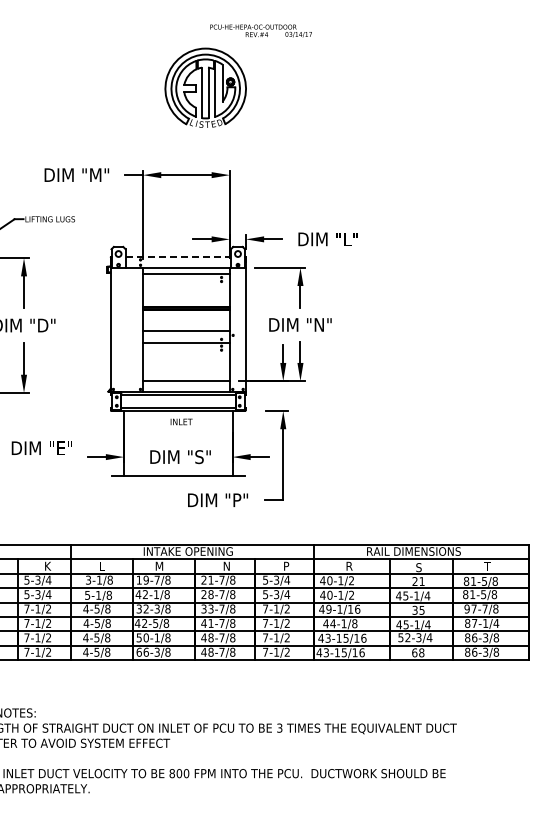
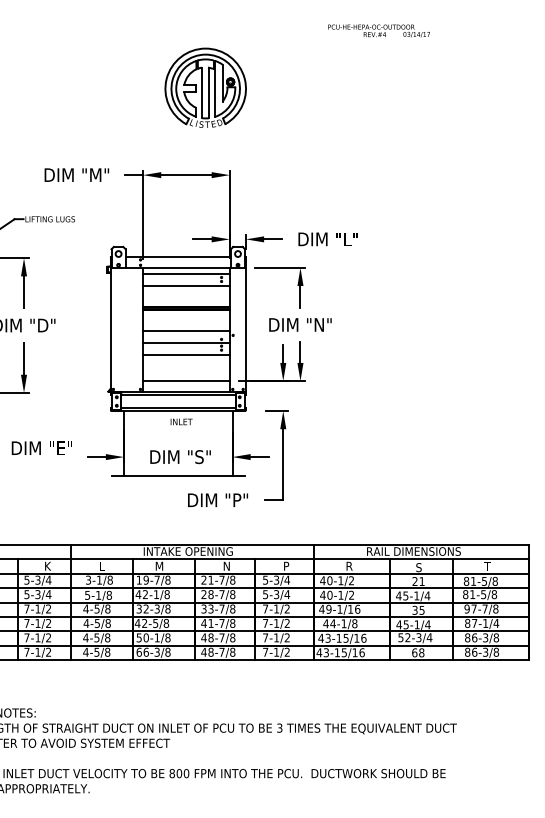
text at (260, 30) position: (260, 30) -> (378, 30)
line at (178, 257): dashed -> solid
line at (186, 286): none -> present
line at (186, 354): none -> present
